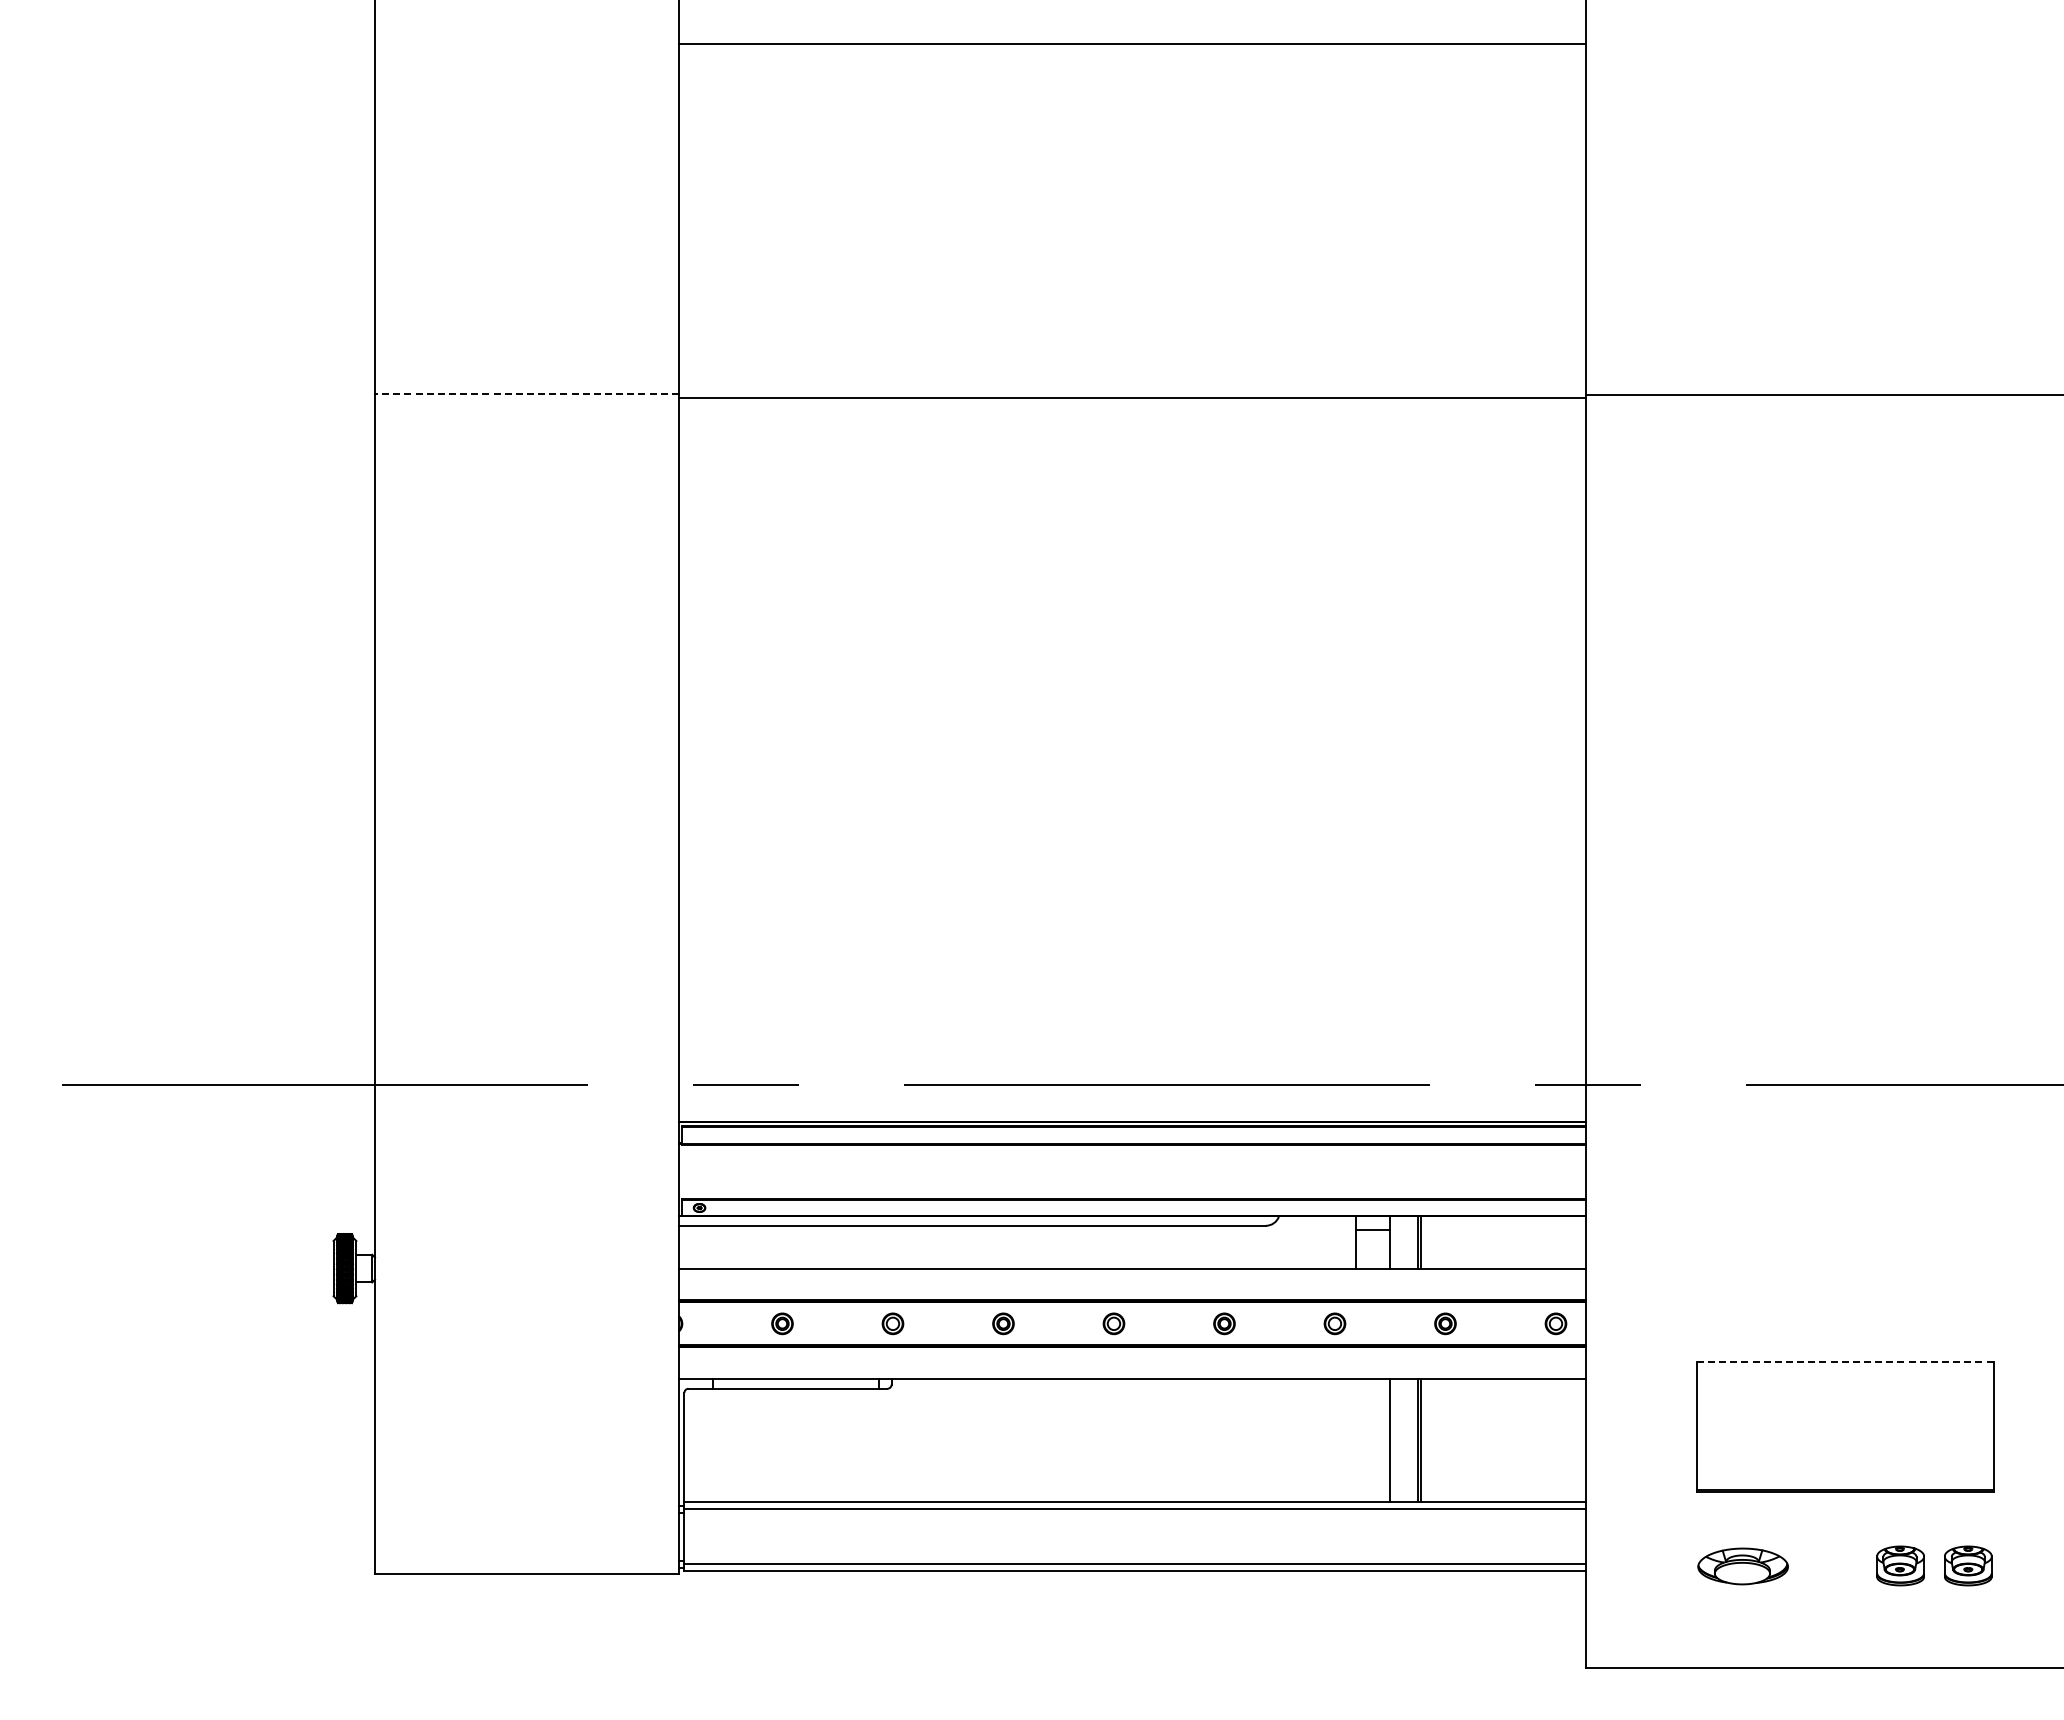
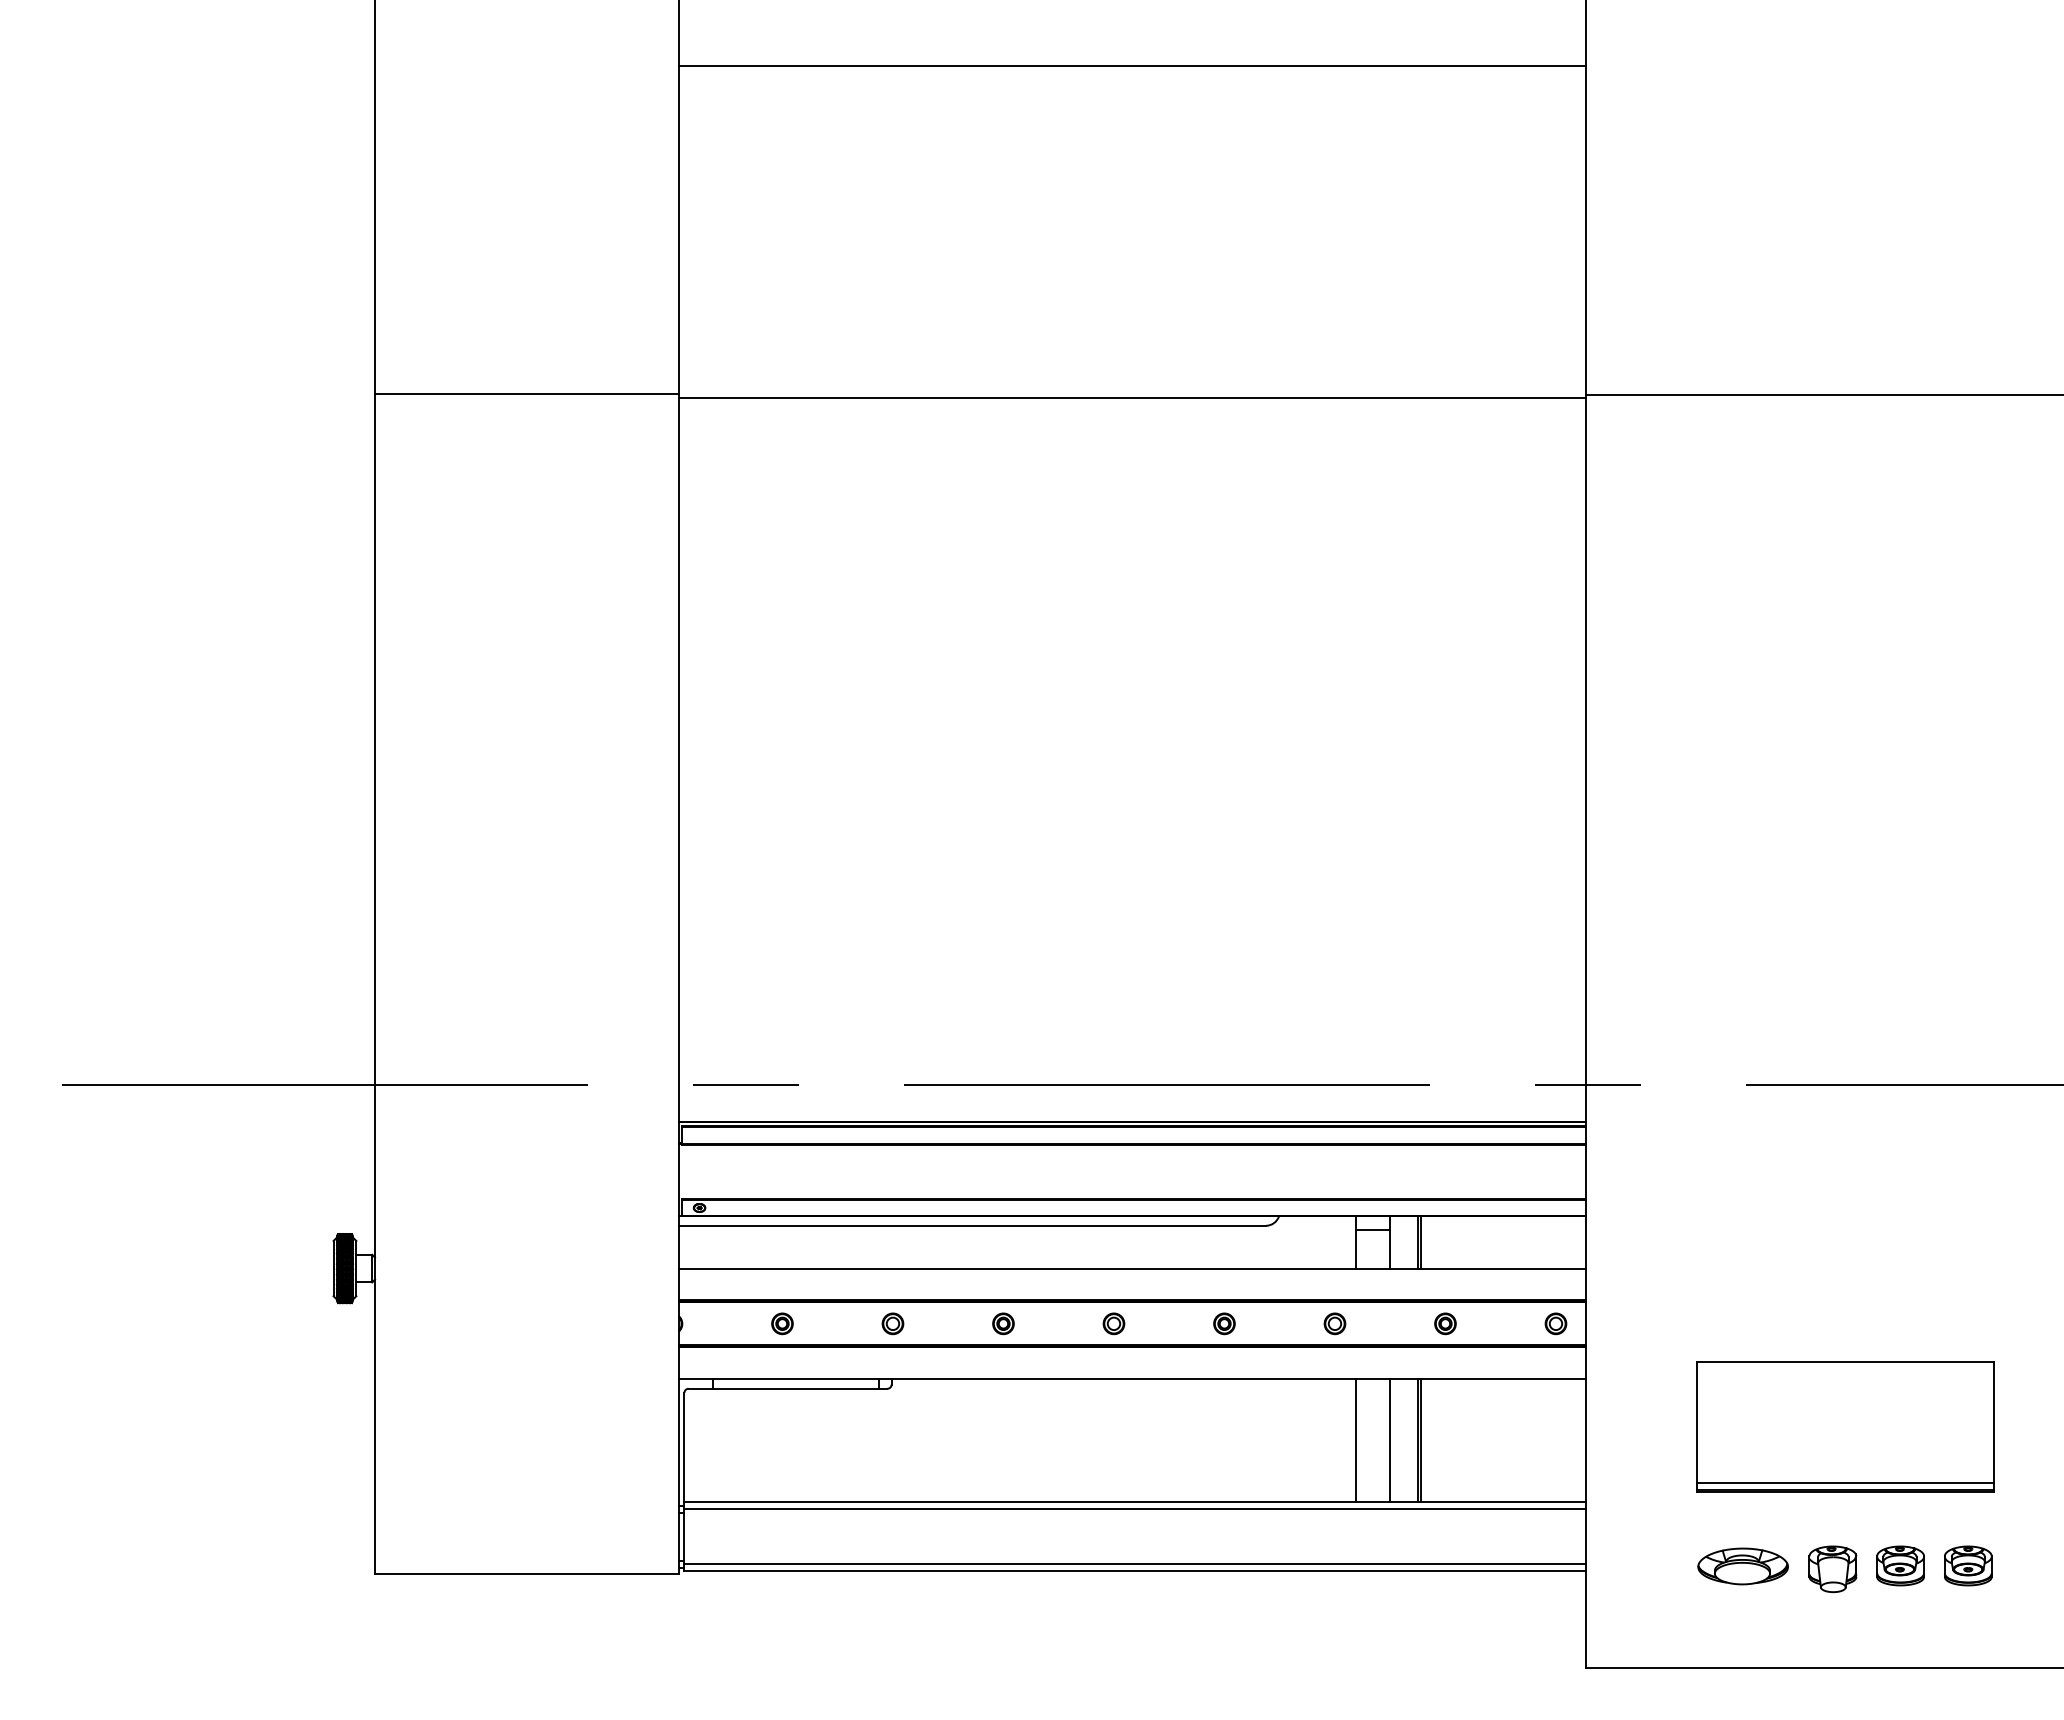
line at (1132, 43) position: (1132, 43) -> (1132, 65)
line at (526, 394): dashed -> solid
line at (1845, 1362): dashed -> solid
line at (1355, 1440): none -> present
line at (1844, 1482): none -> present
part at (1832, 1568): none -> present
